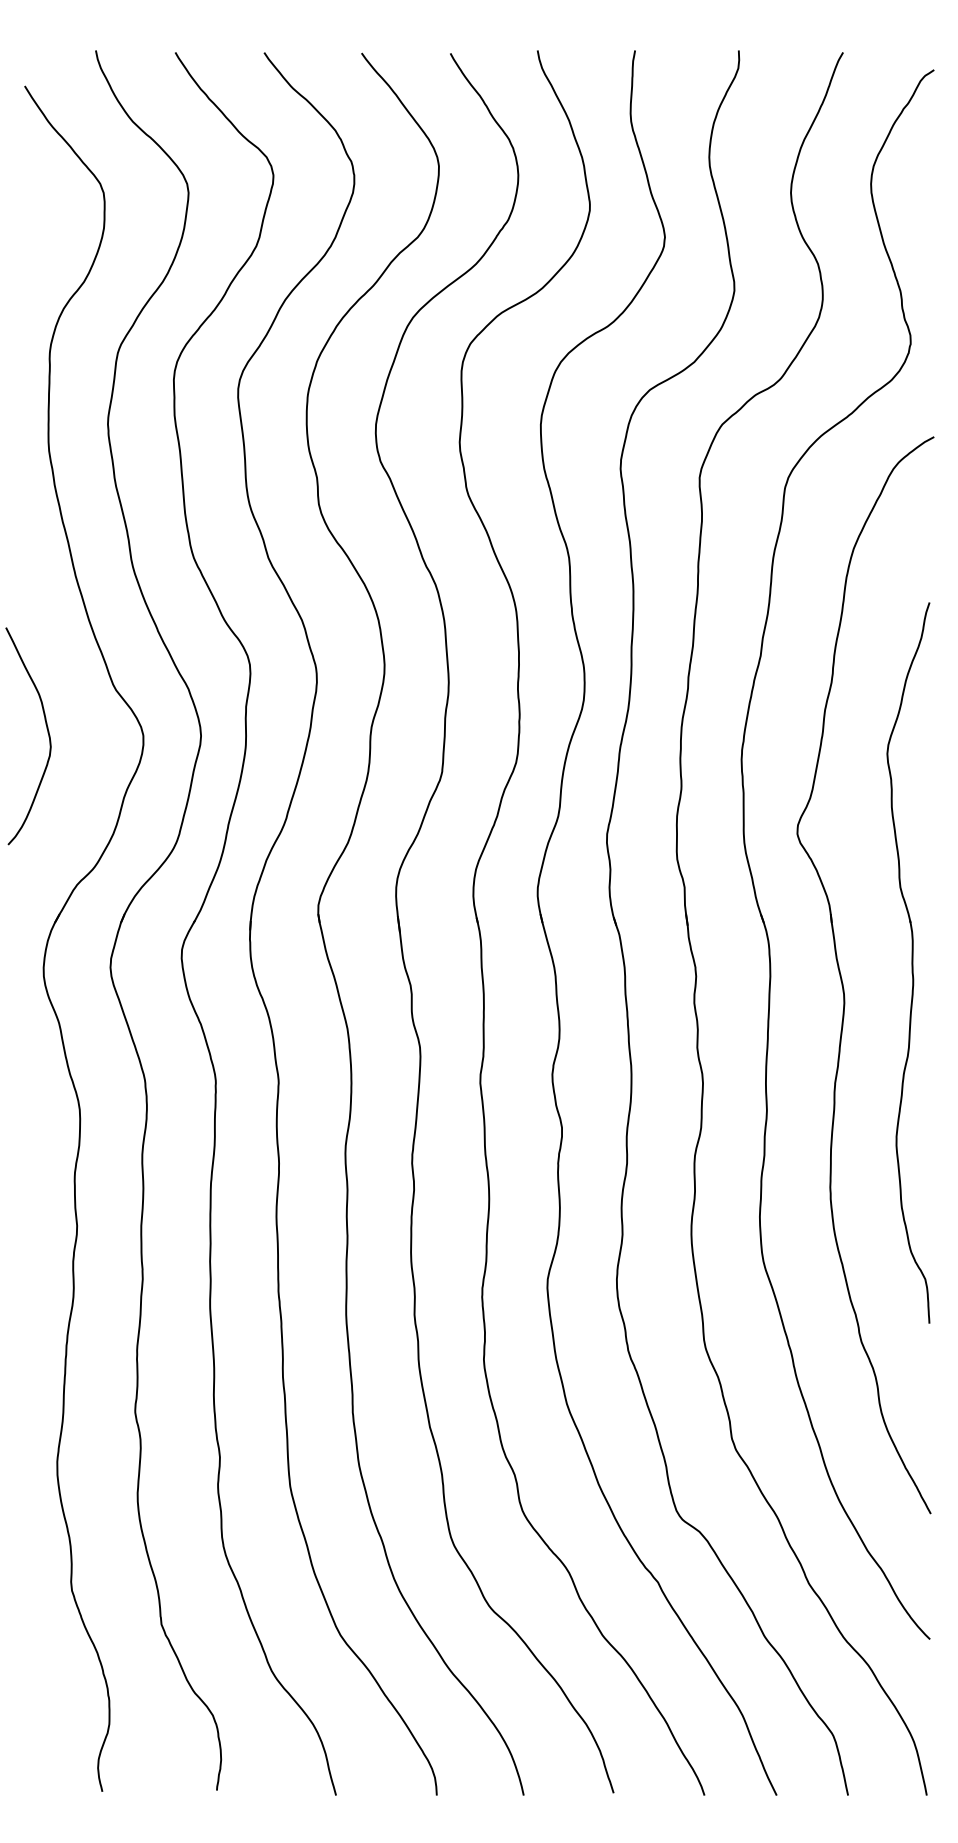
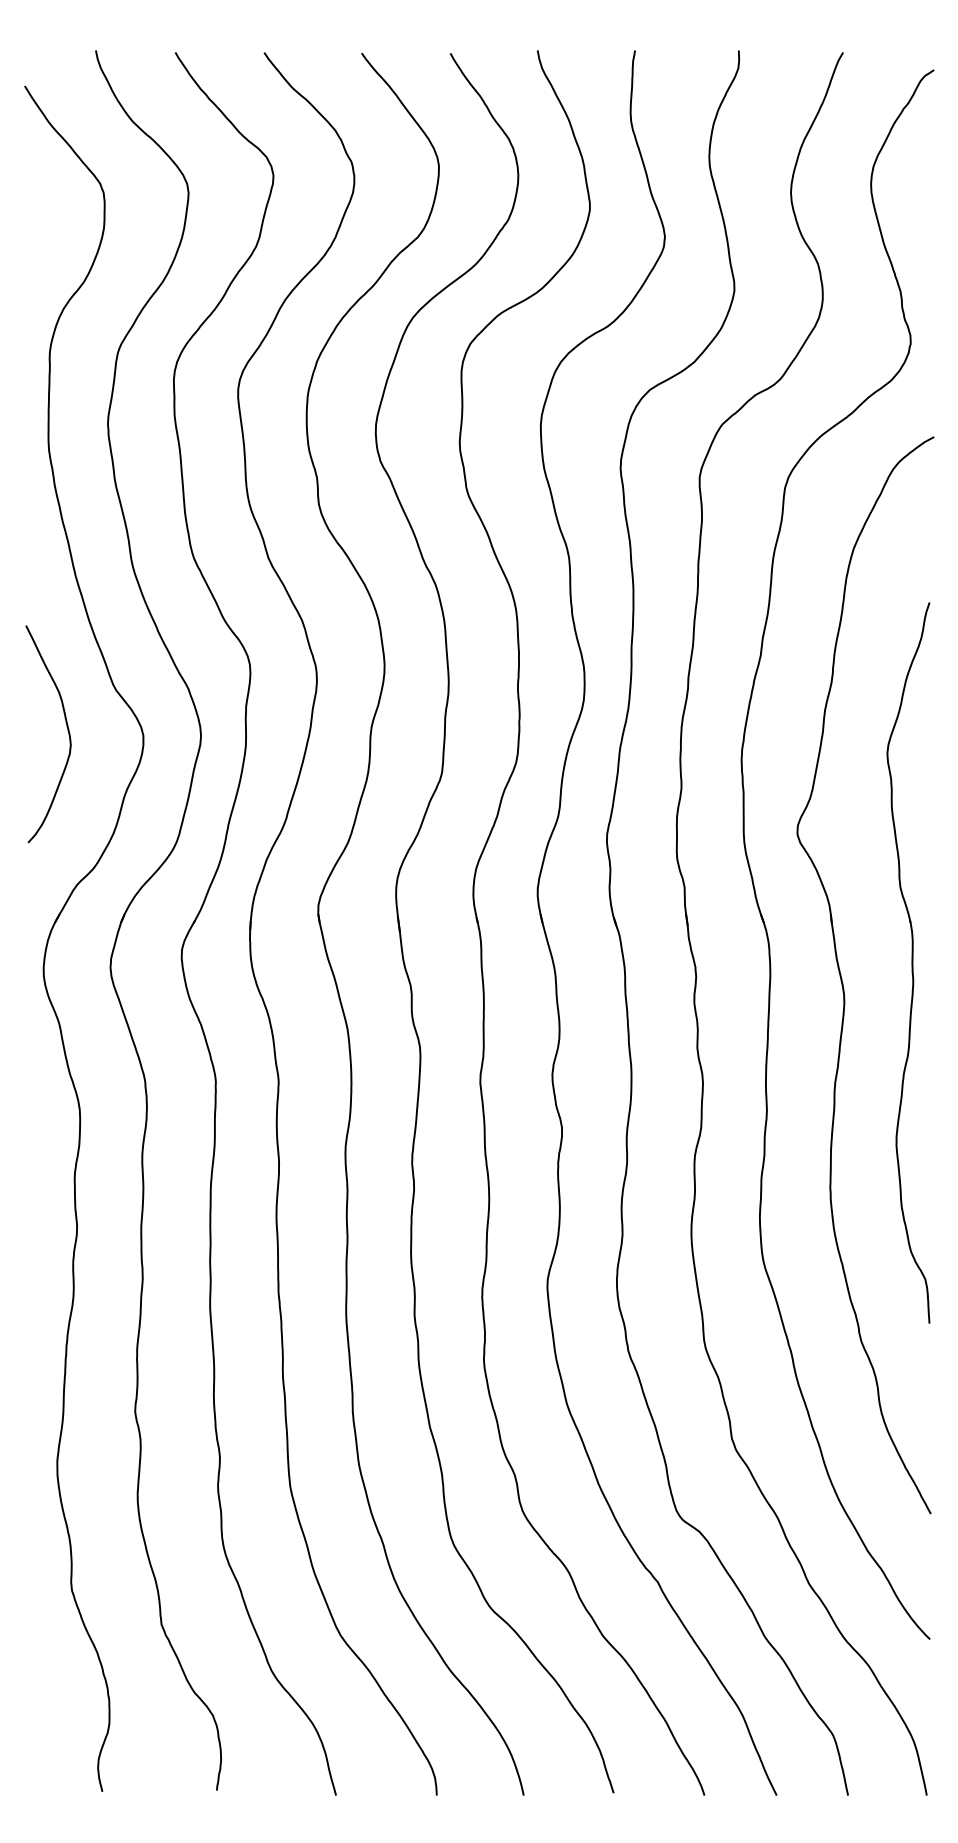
curve at (47, 733) position: (47, 733) -> (67, 731)
